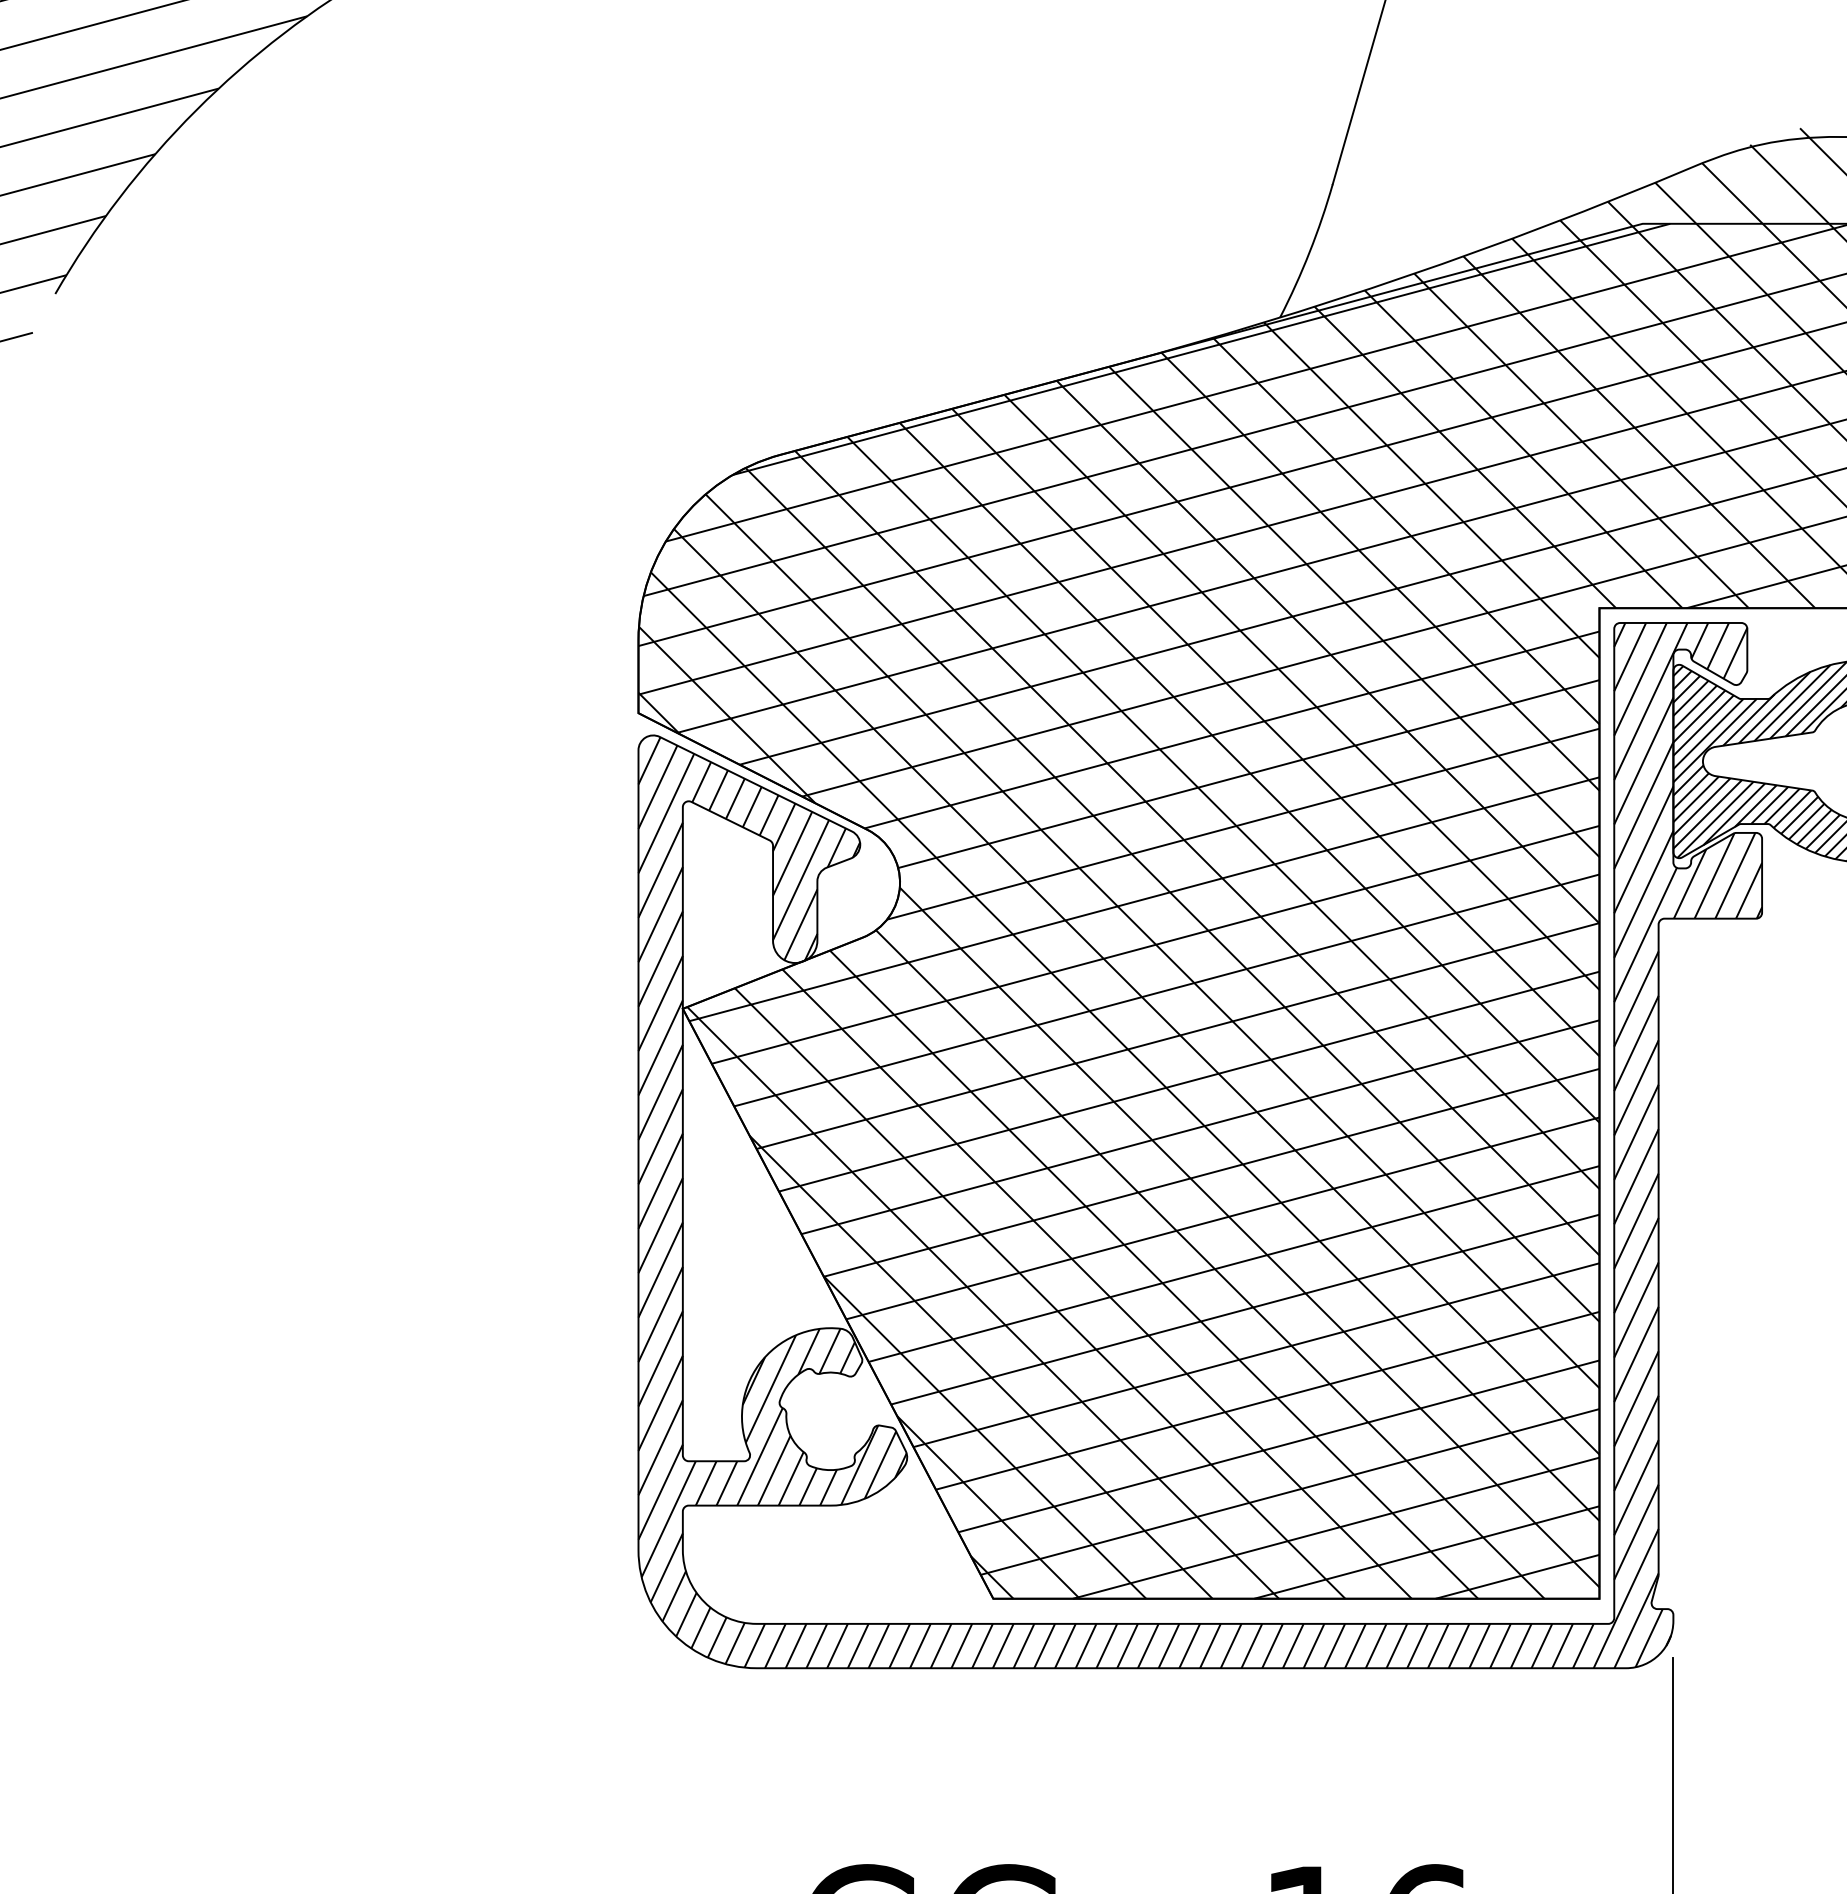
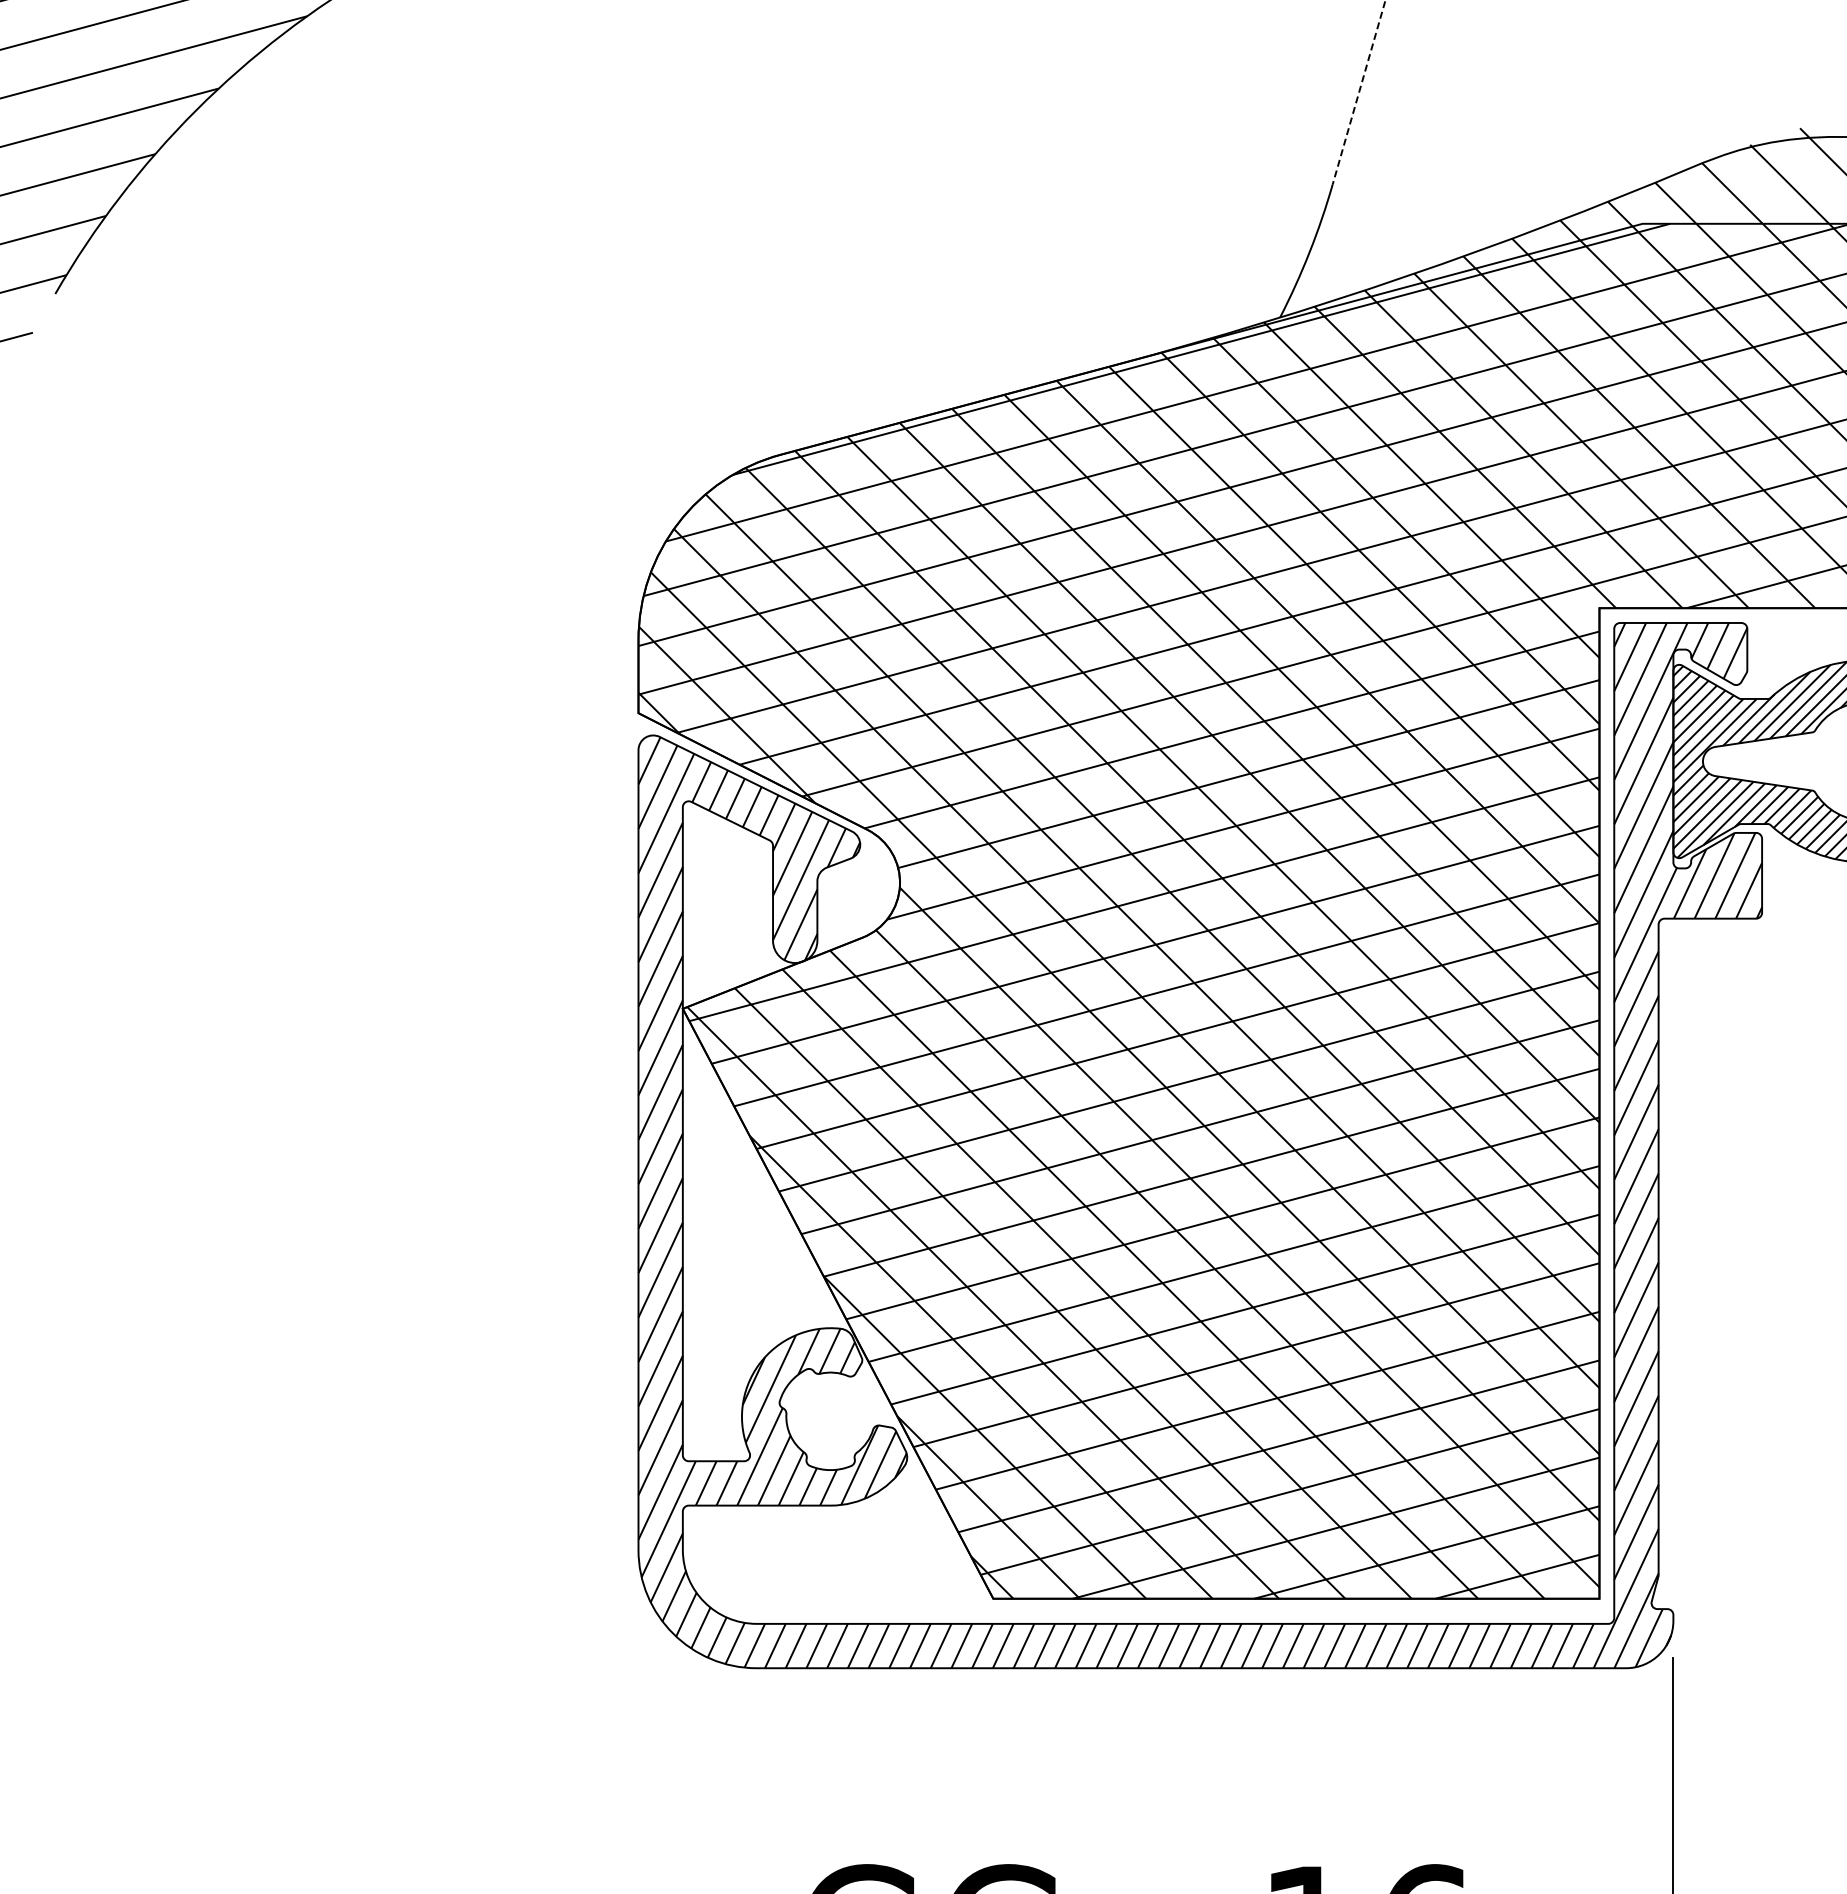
line at (1359, 92): solid -> dashed
